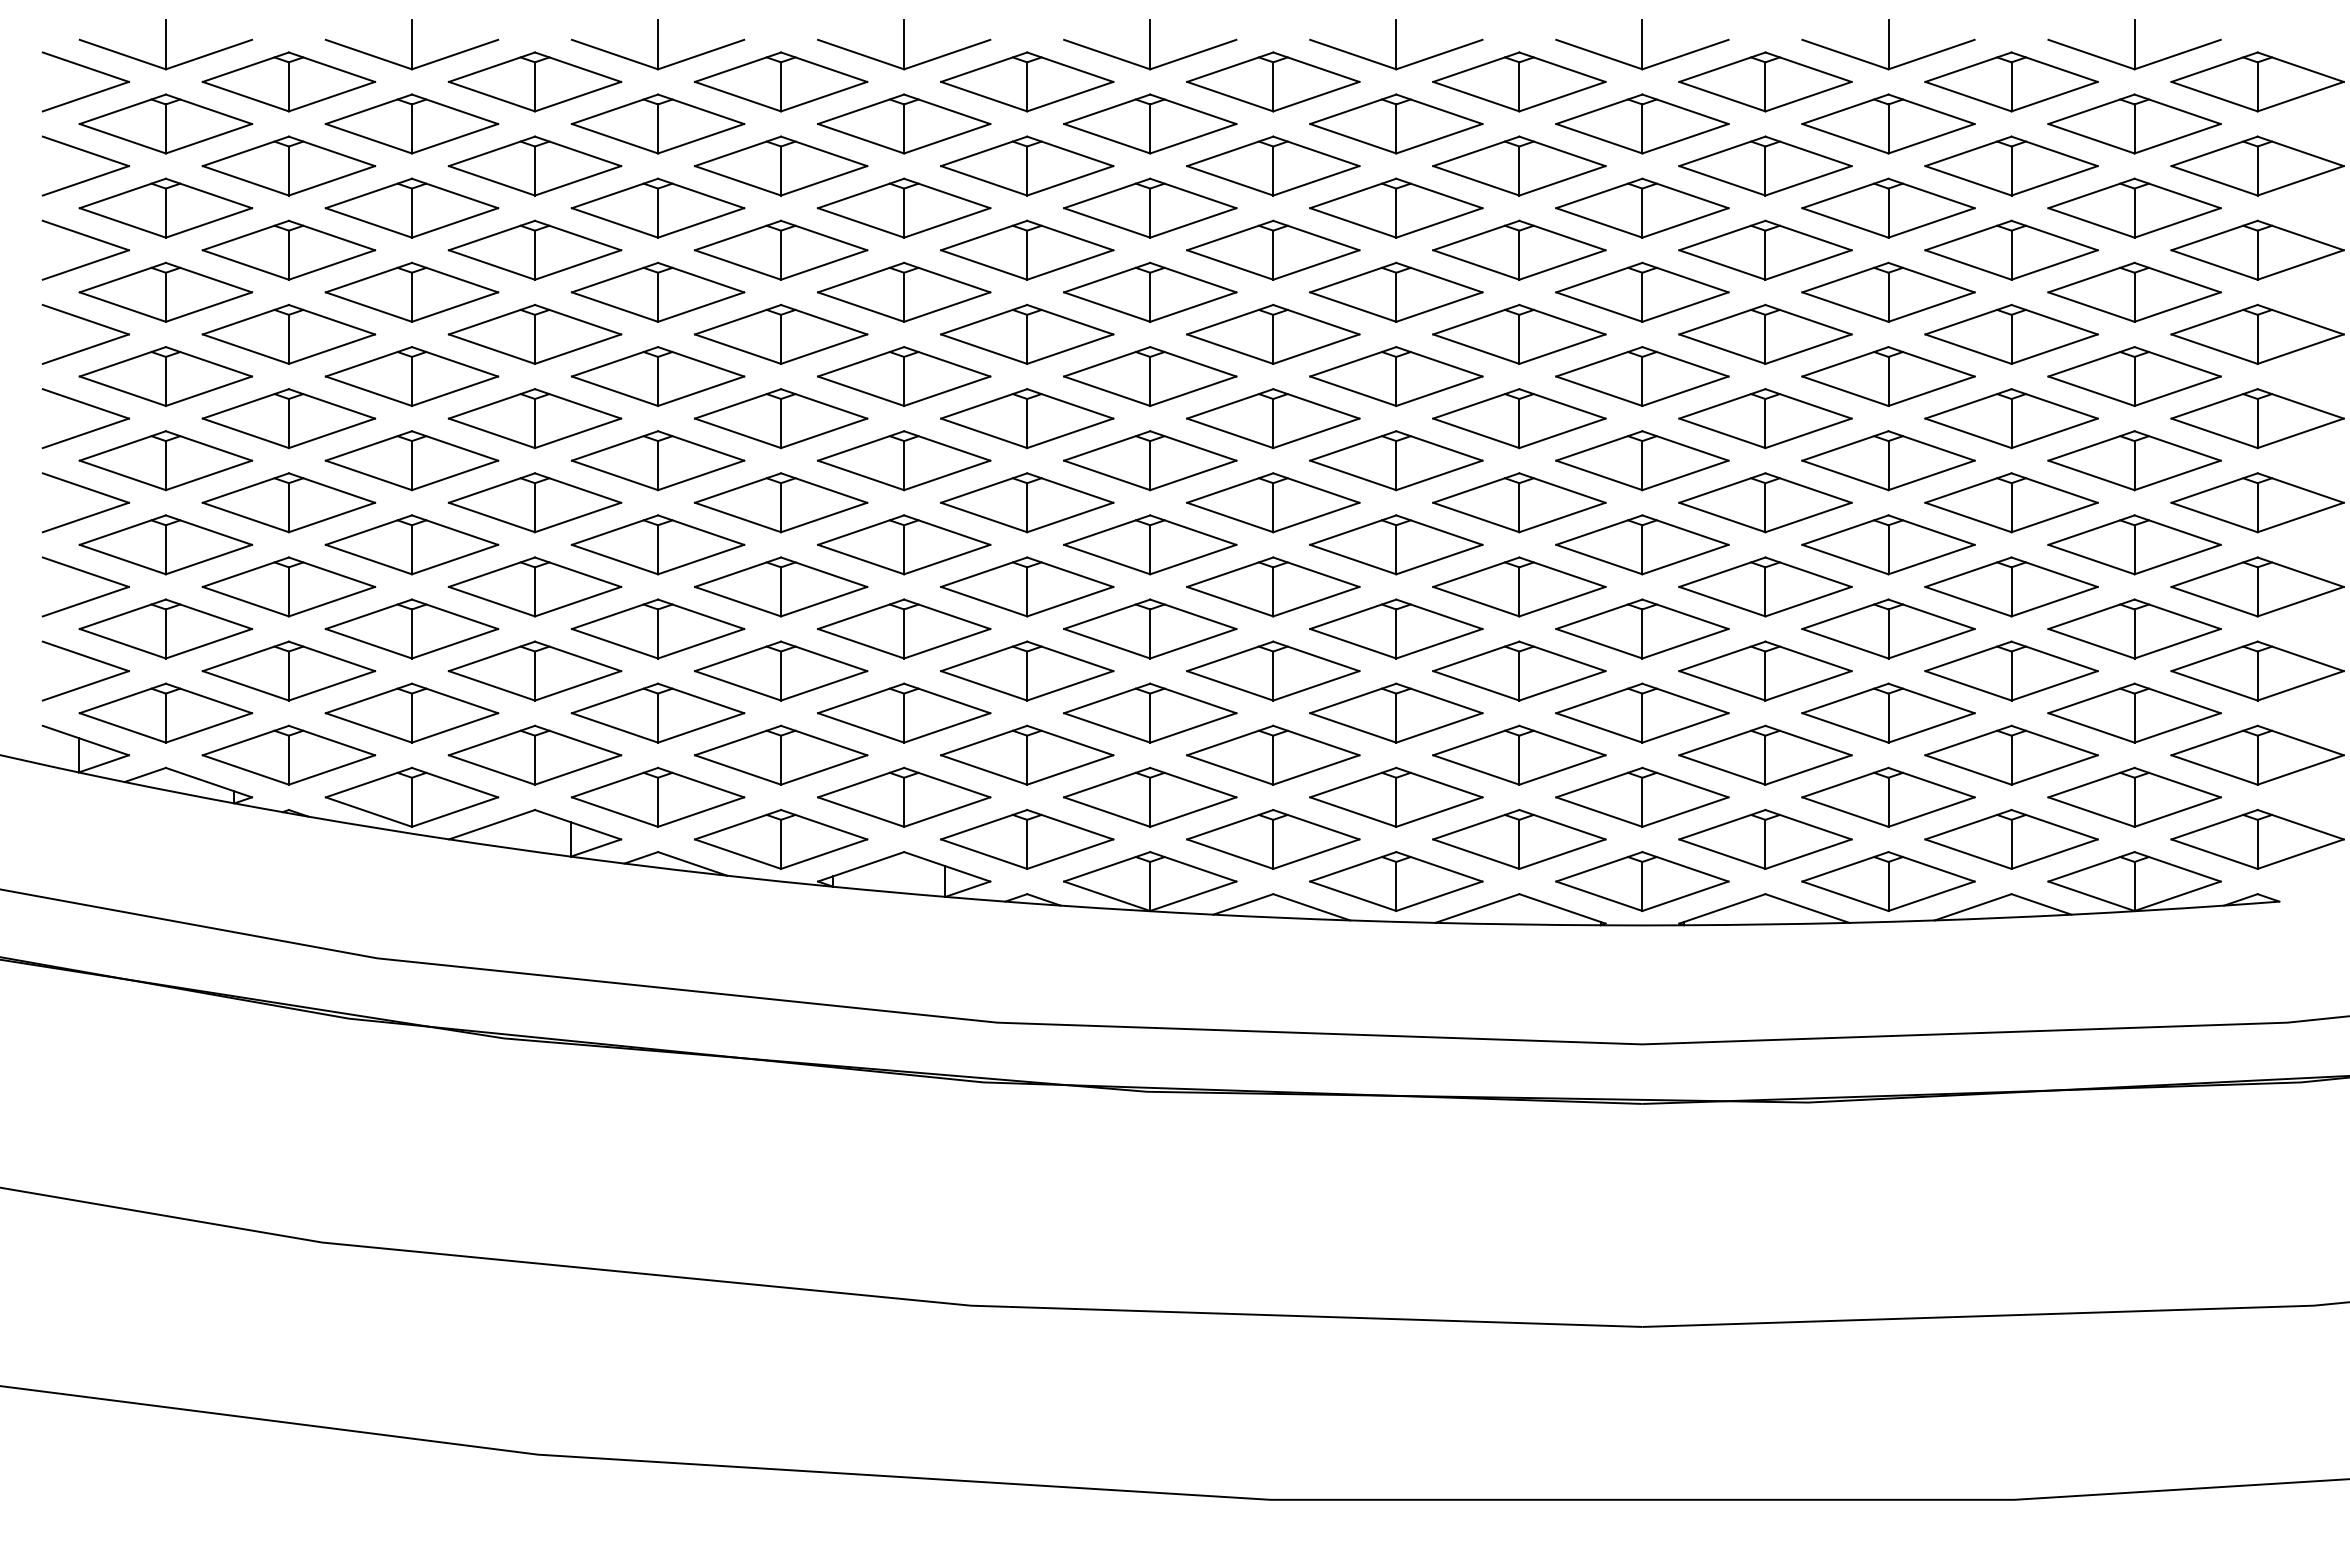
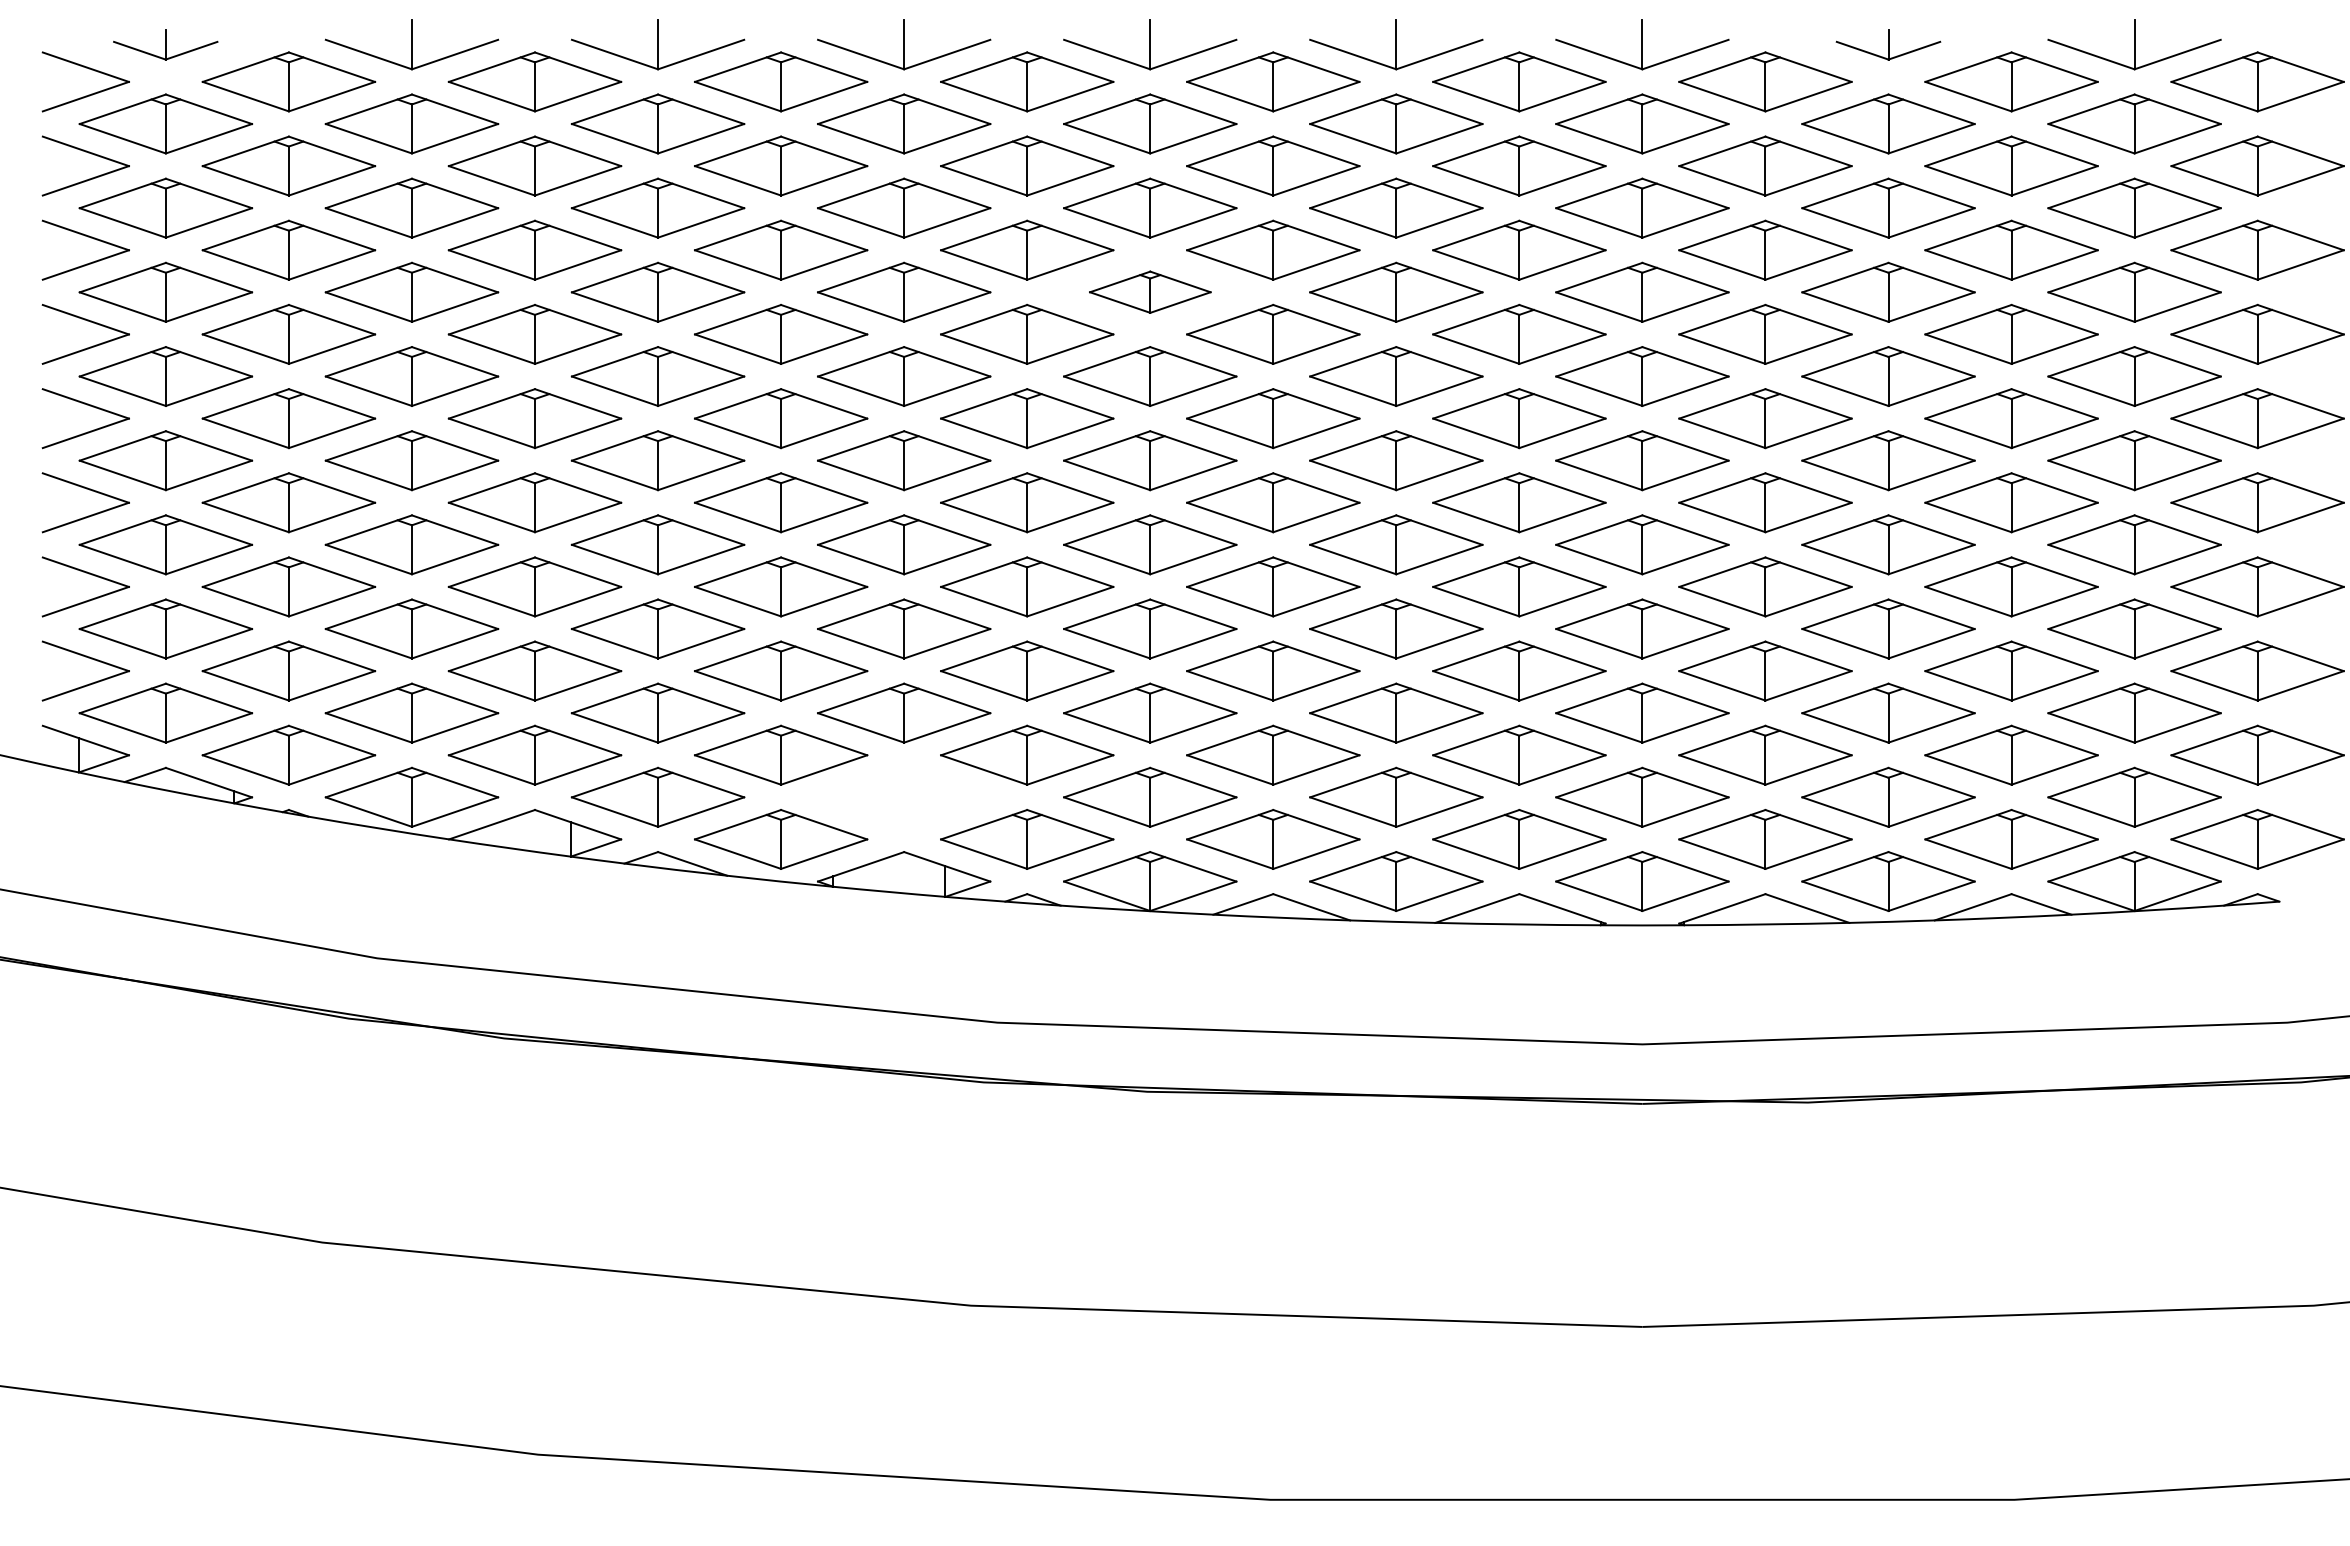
part at (165, 44) size: 175x52 px -> 106x32 px
part at (1888, 44) size: 175x52 px -> 107x32 px
part at (1150, 291) size: 175x62 px -> 123x44 px
part at (904, 796): present -> none
